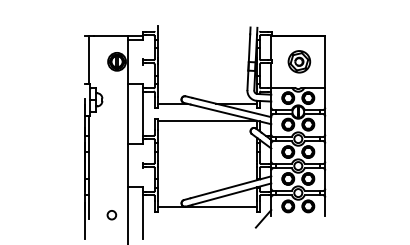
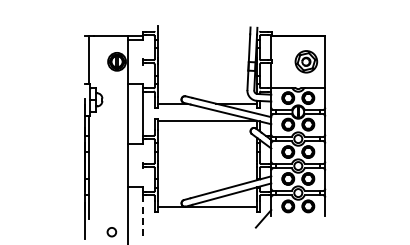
part at (299, 61) position: (299, 61) -> (306, 61)
circle at (111, 215) position: (111, 215) -> (111, 232)
line at (143, 217): solid -> dashed
